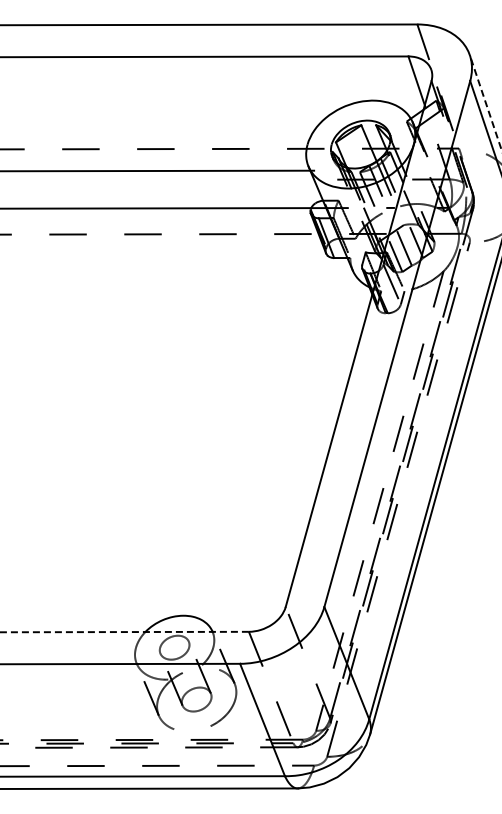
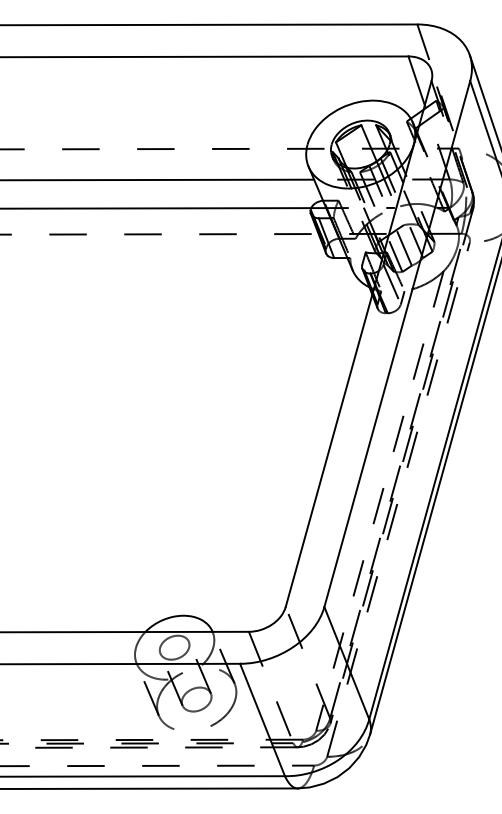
line at (485, 102): dashed -> solid
line at (158, 170) position: (158, 170) -> (158, 179)
line at (123, 632): dashed -> solid
